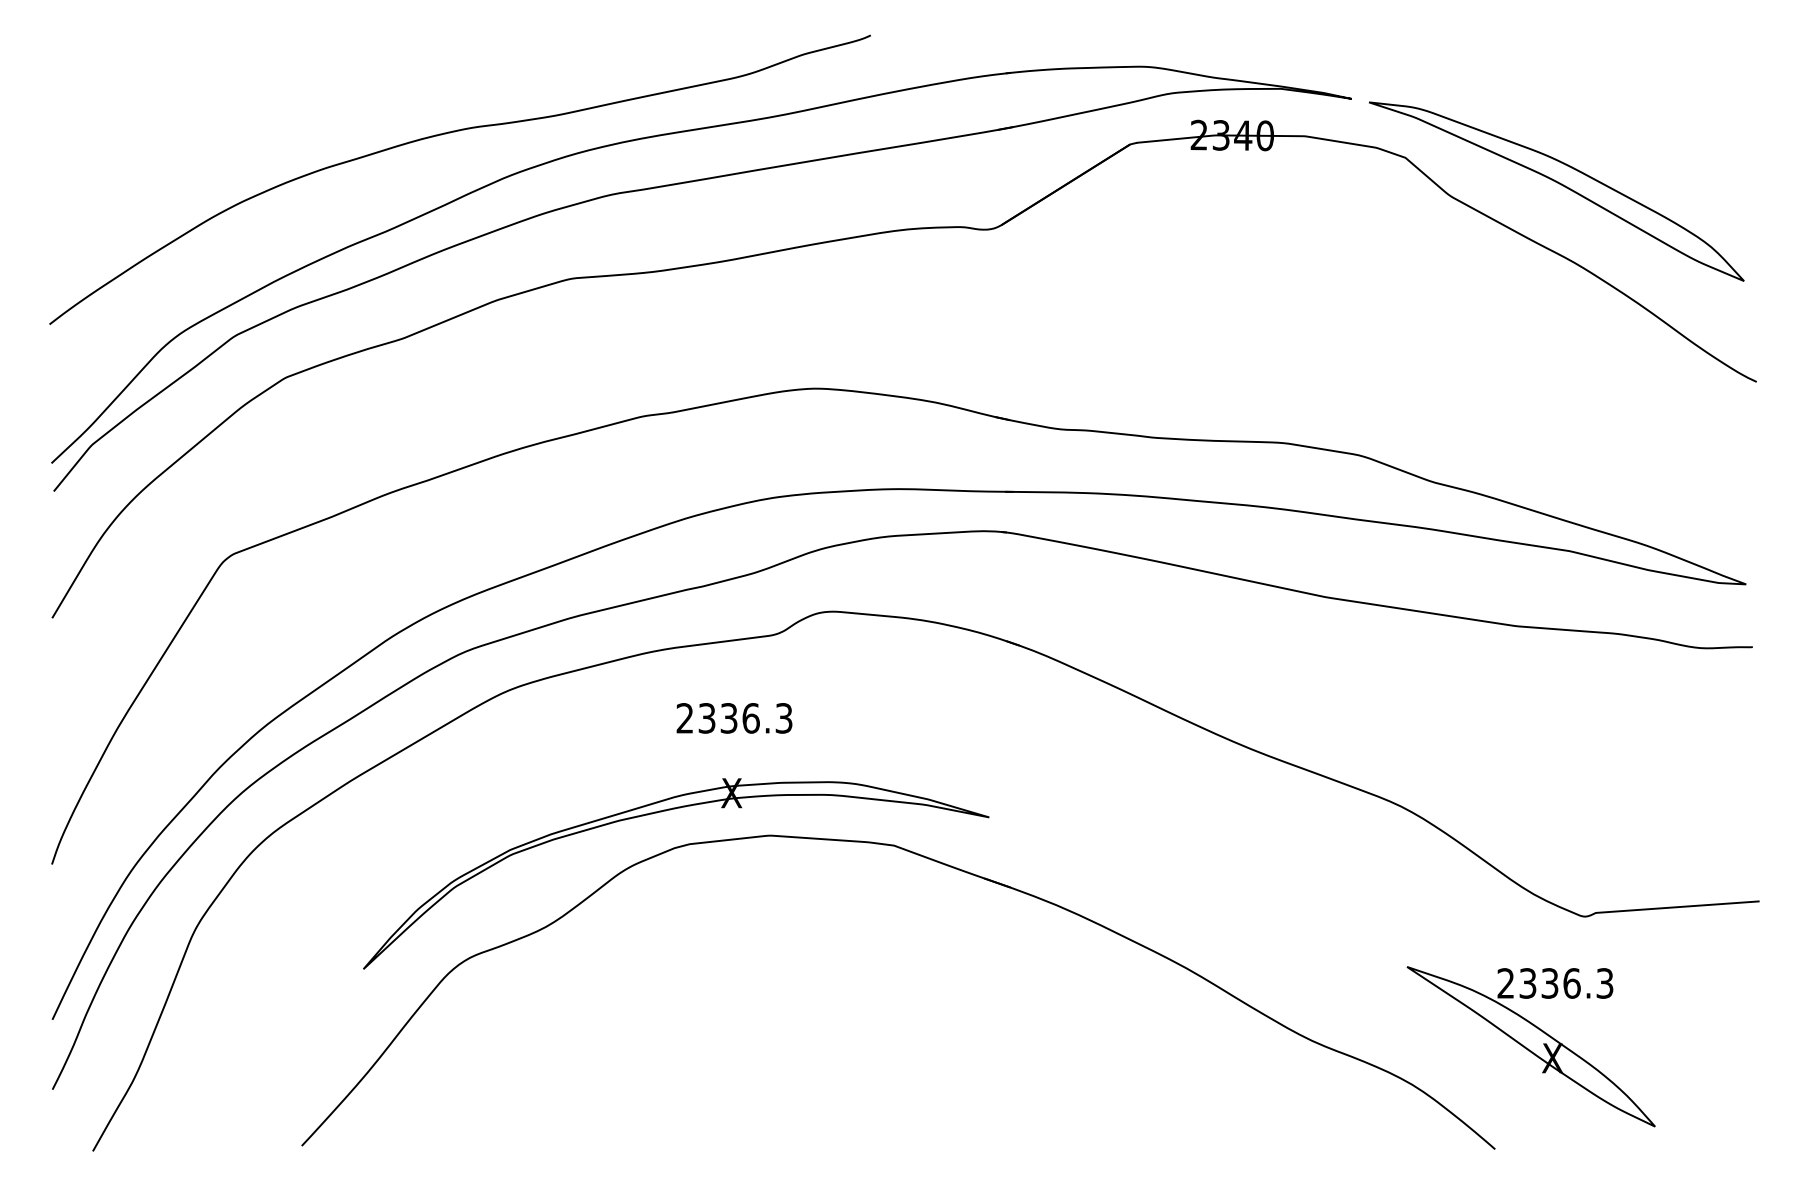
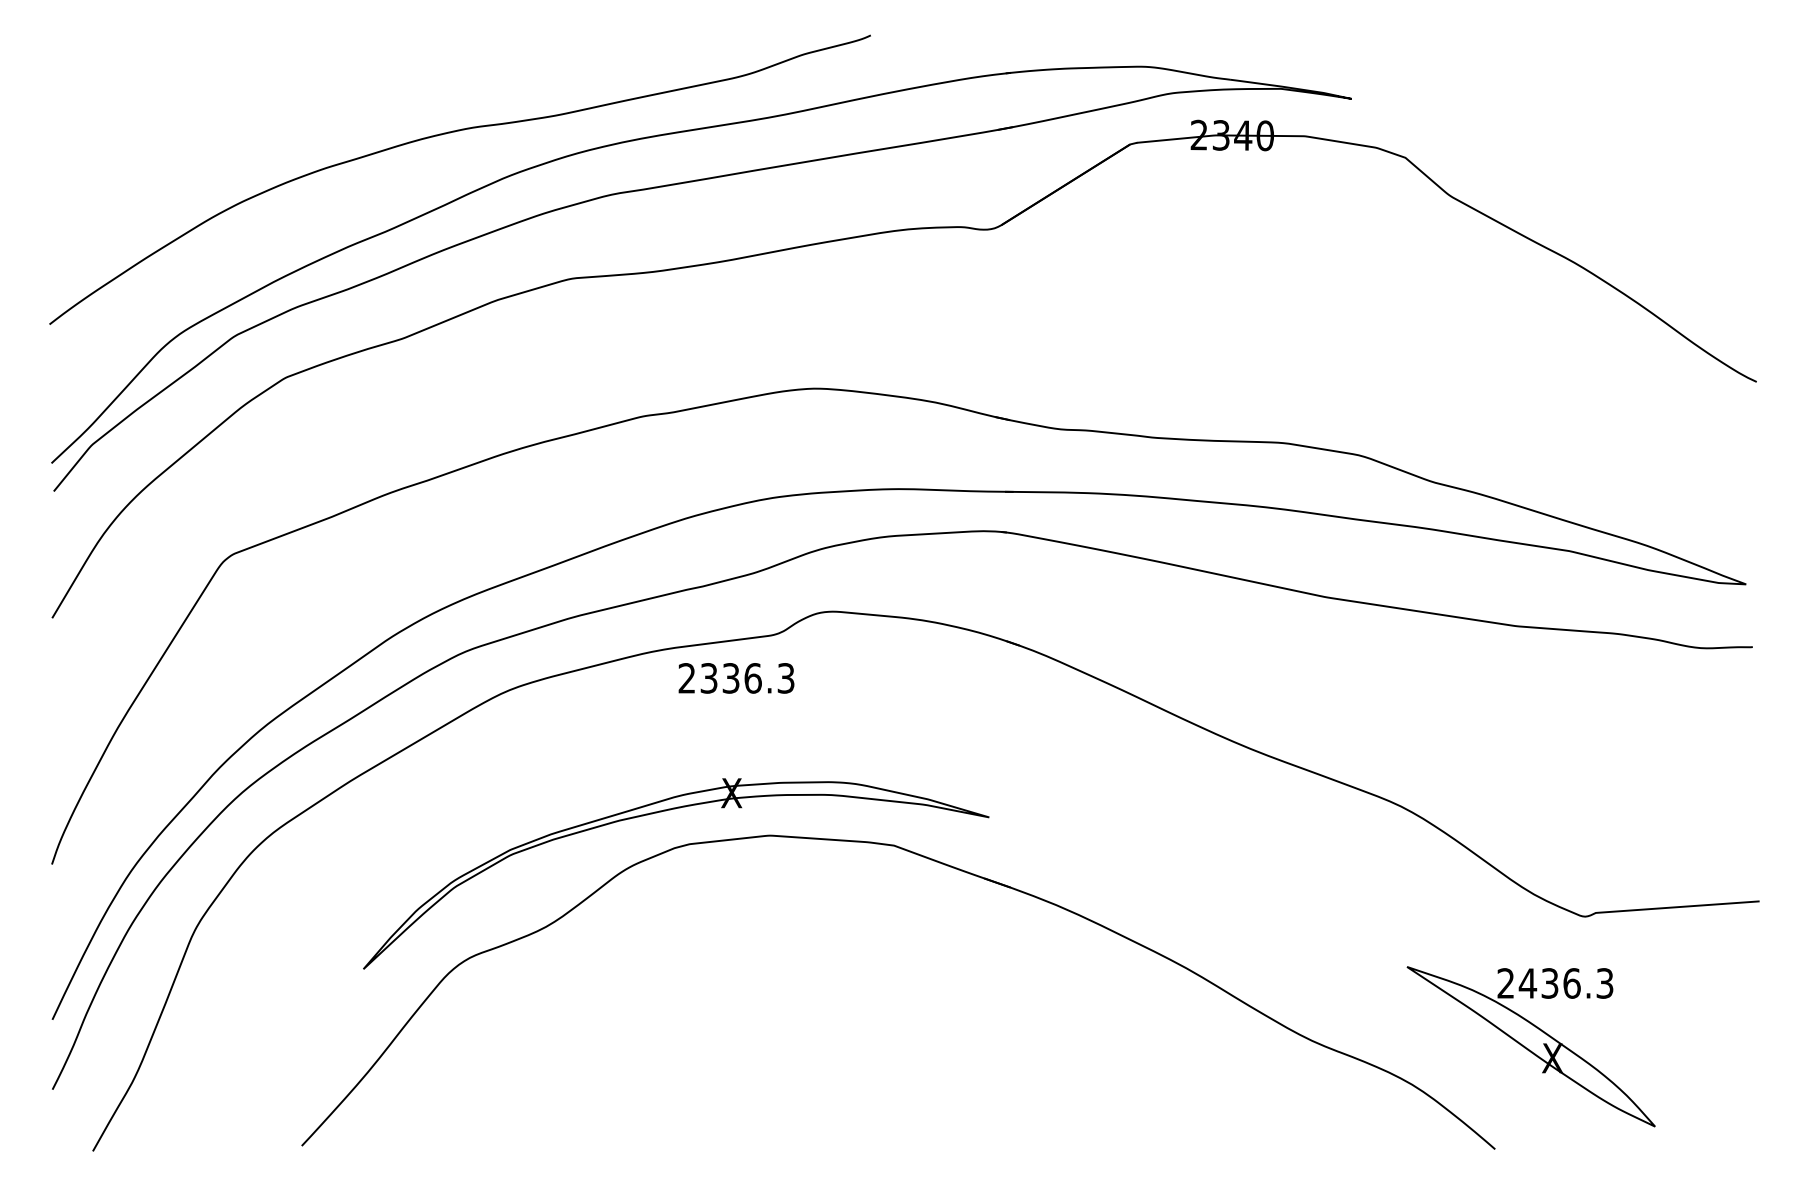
part at (1559, 184): present -> none
text at (734, 718) position: (734, 718) -> (736, 678)
text at (1527, 983): 2336.3 -> 2436.3
